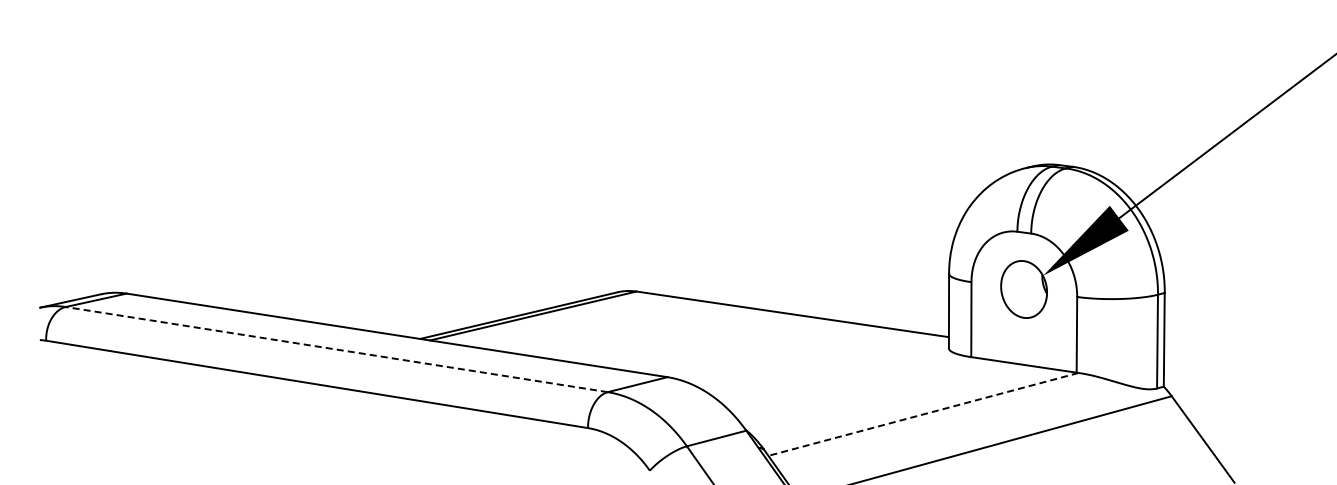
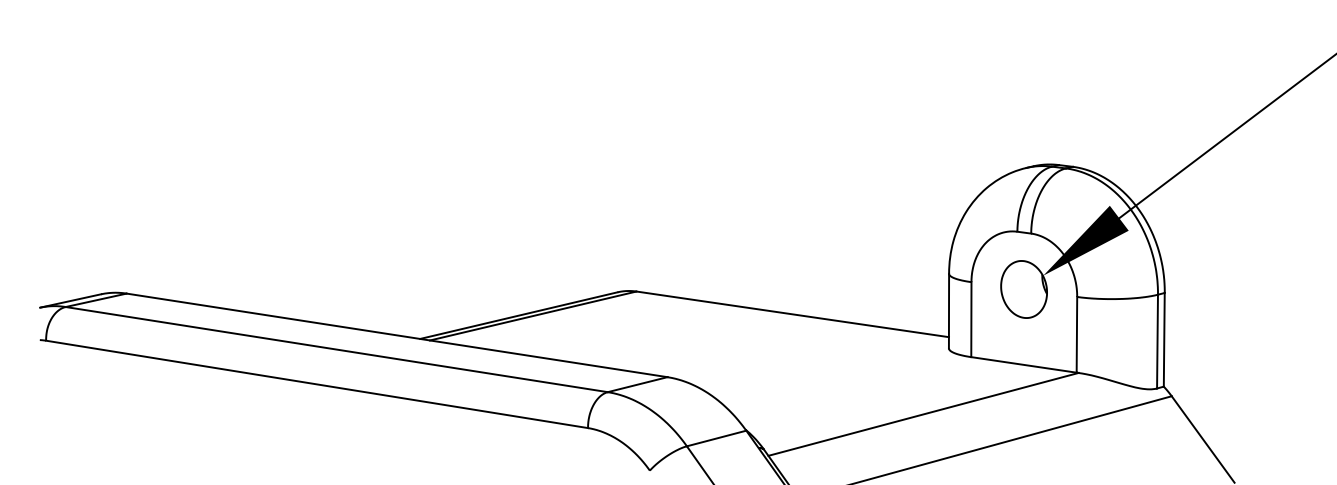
line at (336, 349): dashed -> solid
line at (923, 414): dashed -> solid
